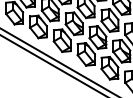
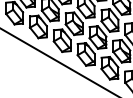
line at (52, 65): present -> none
